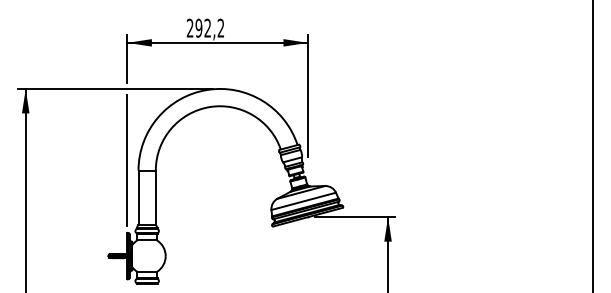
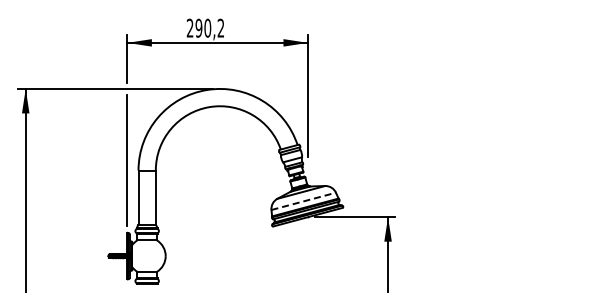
text at (207, 27): 292,2 -> 290,2
line at (592, 145): present -> none
line at (304, 201): solid -> dashed
